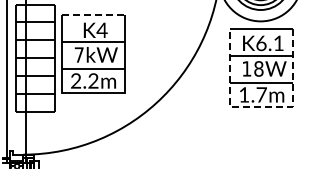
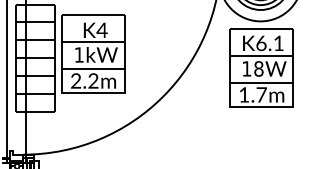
line at (93, 15): dashed -> solid
text at (78, 54): 7 -> 1
line at (260, 107): dashed -> solid
